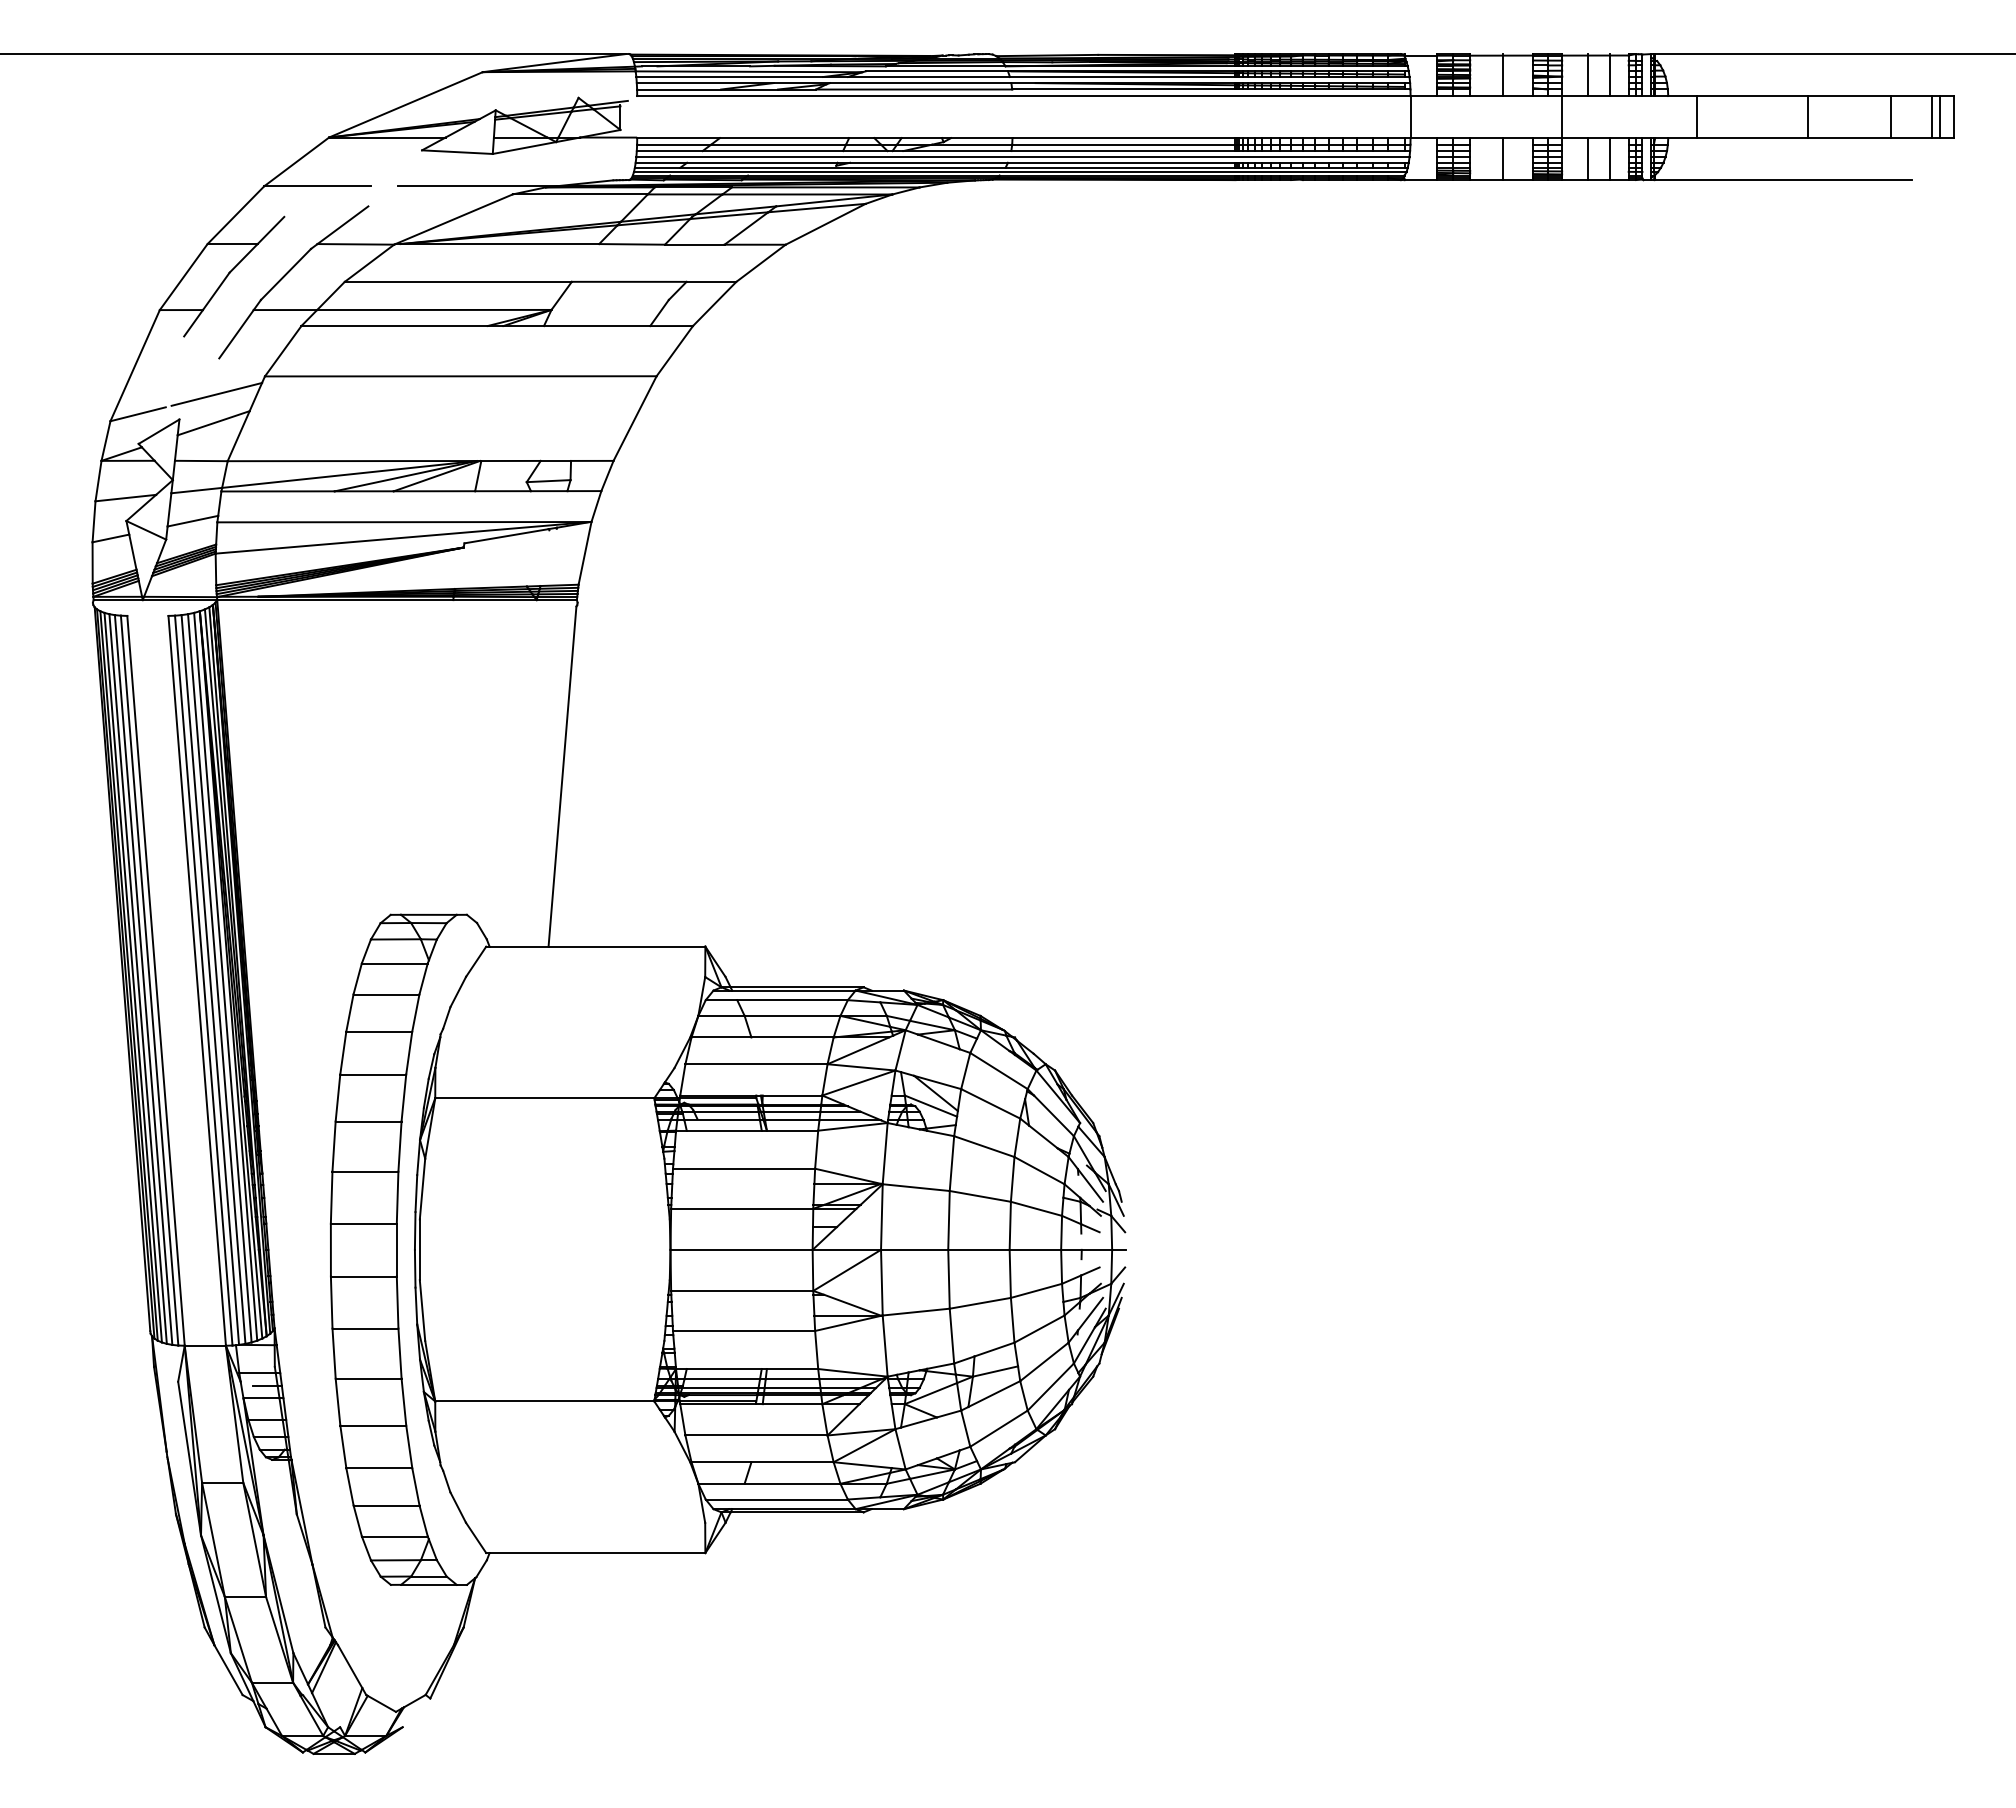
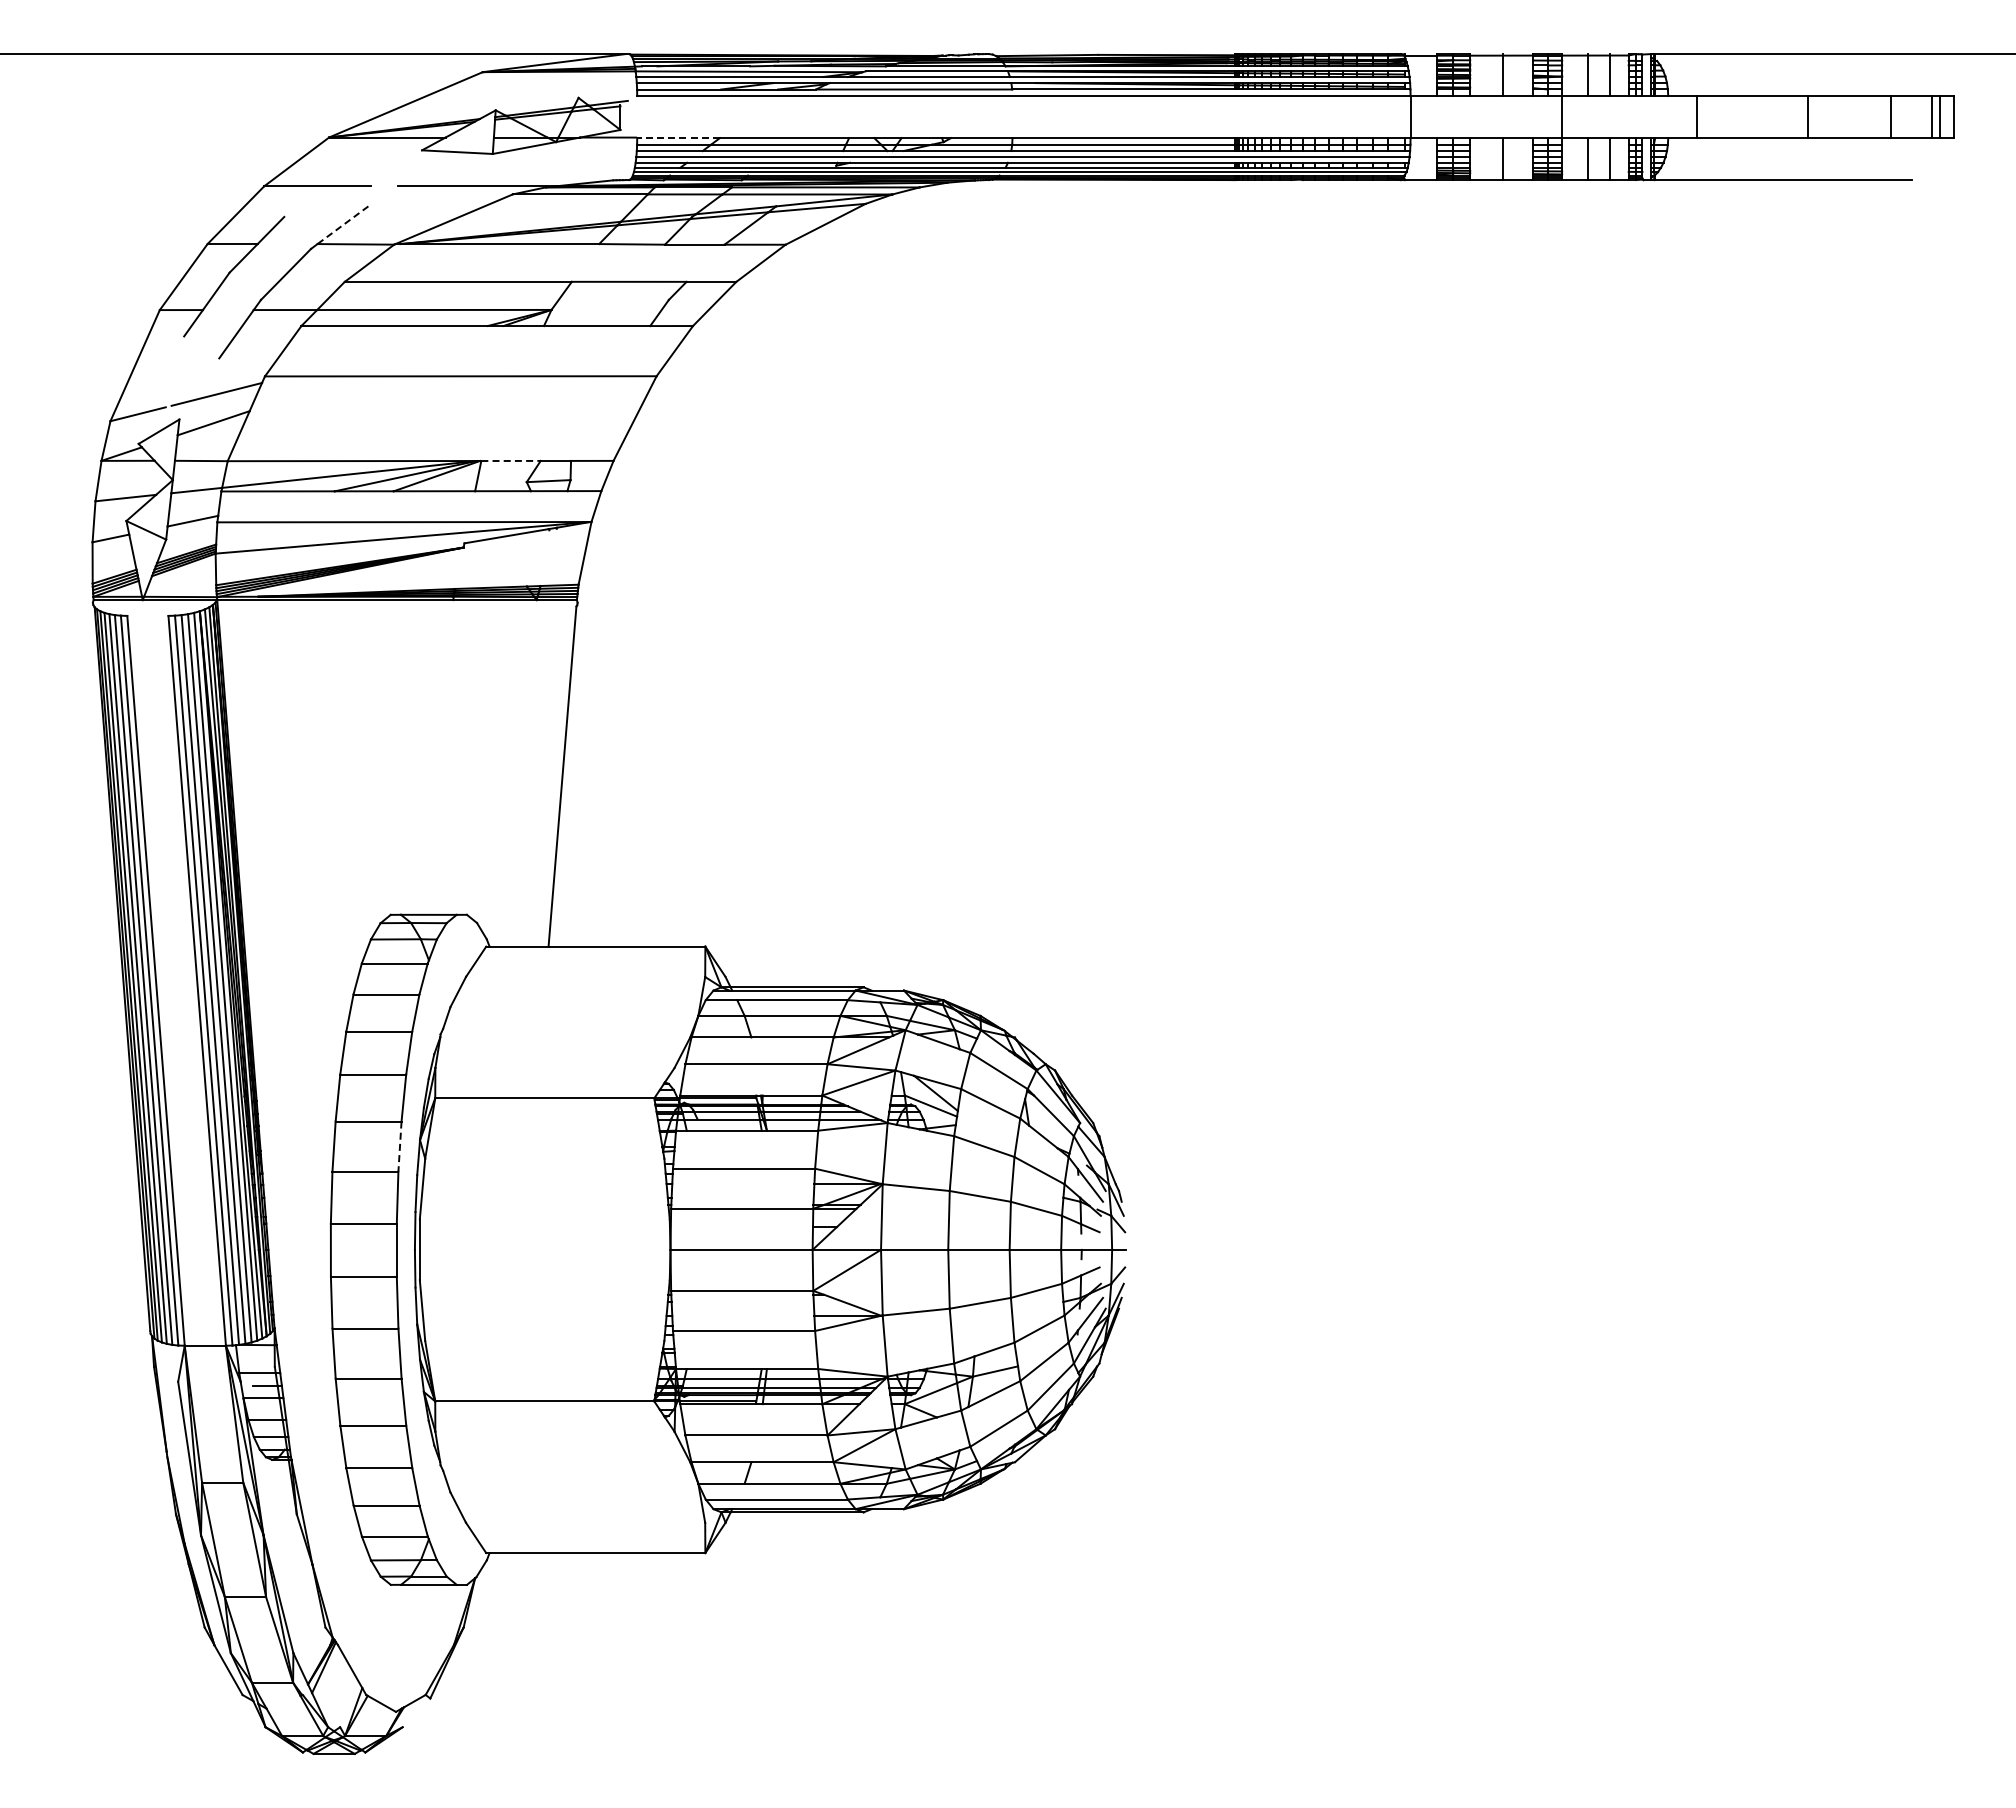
line at (678, 138): solid -> dashed
line at (342, 225): solid -> dashed
line at (511, 460): solid -> dashed
line at (399, 1147): solid -> dashed
